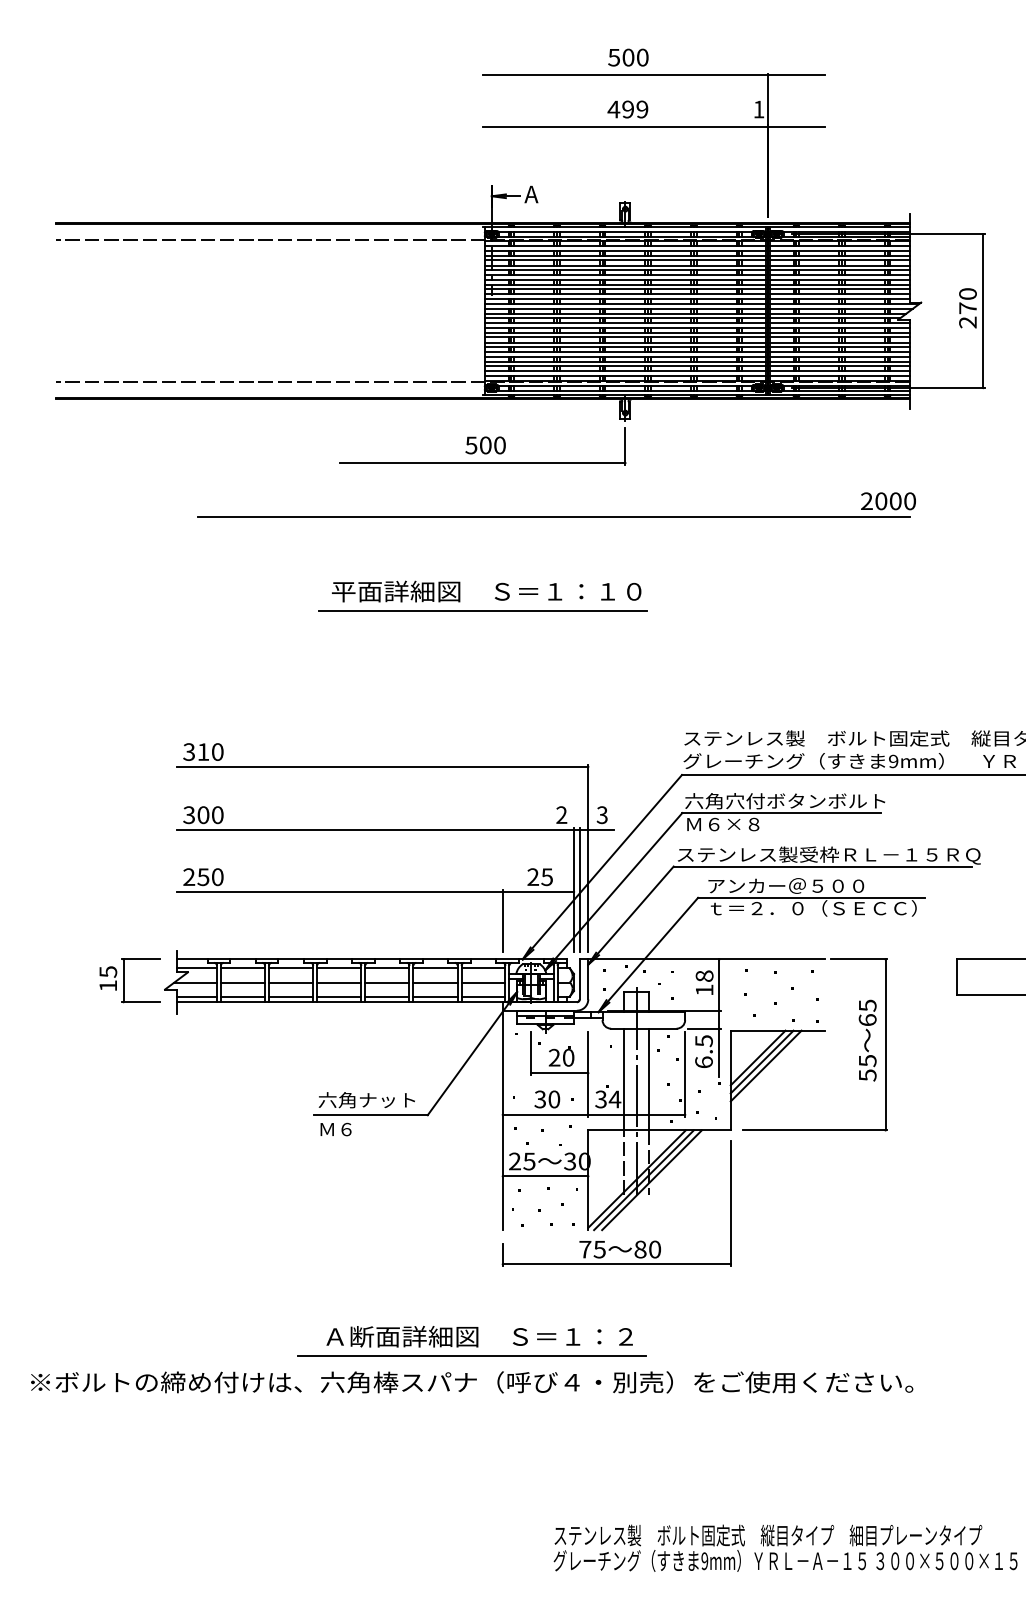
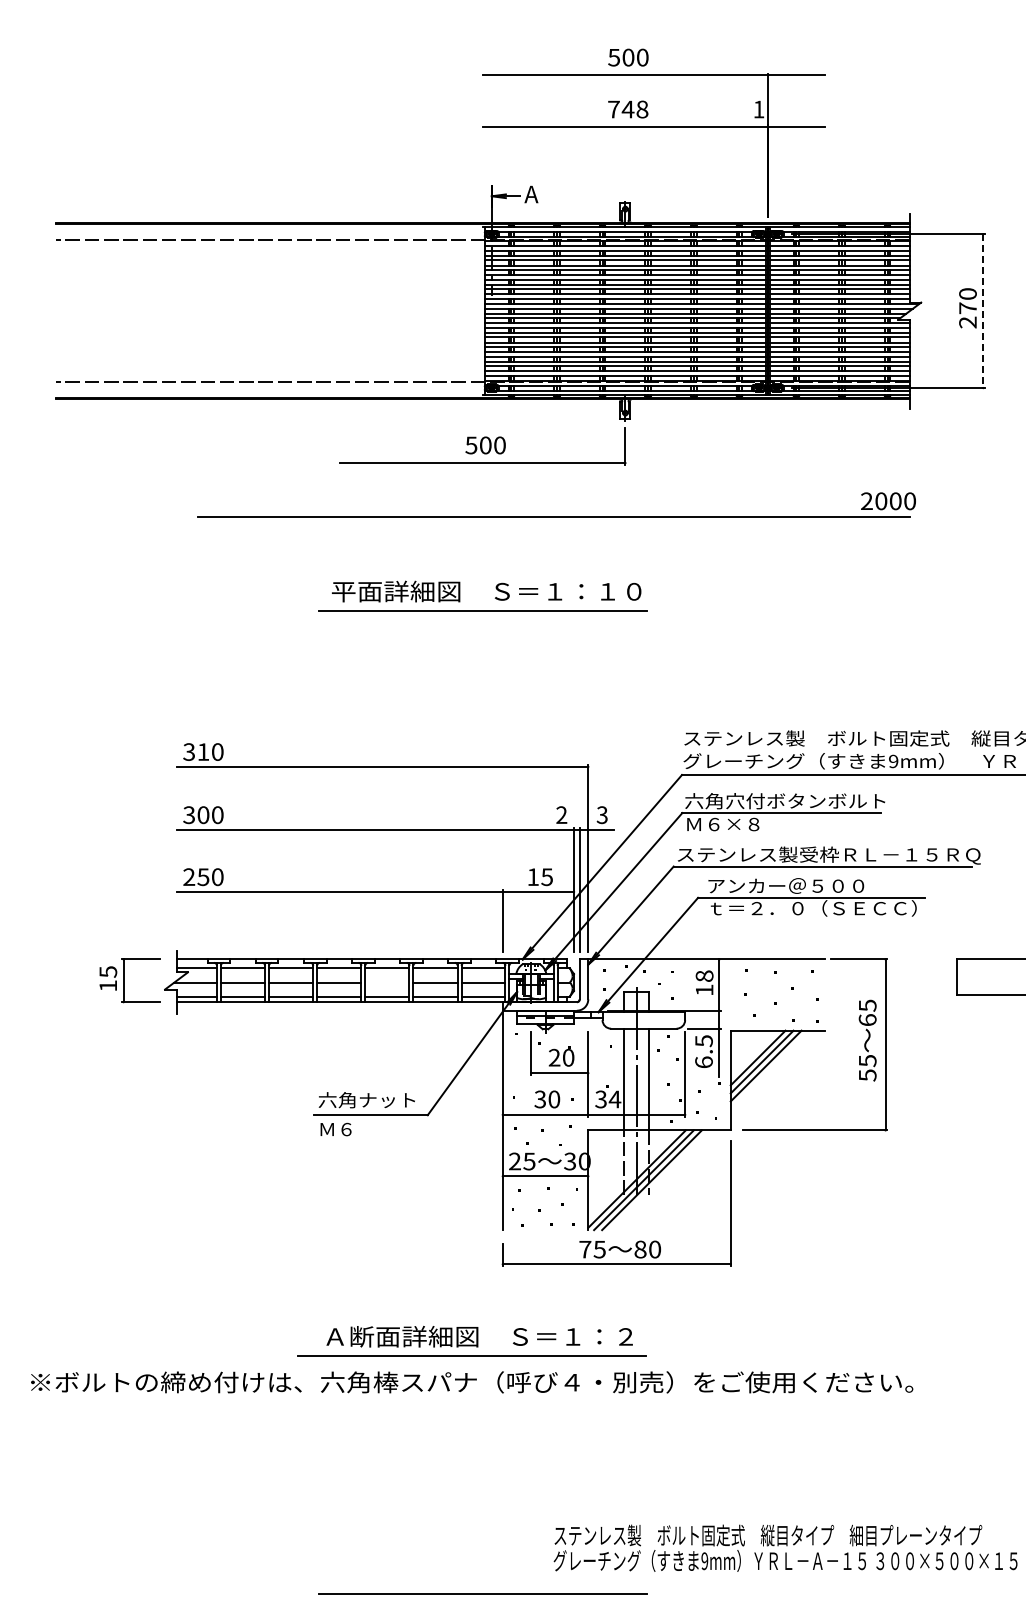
text at (627, 109): 499 -> 748
line at (983, 311): solid -> dashed
text at (532, 876): 25 -> 15
line at (387, 982): present -> none
line at (482, 1593): none -> present
